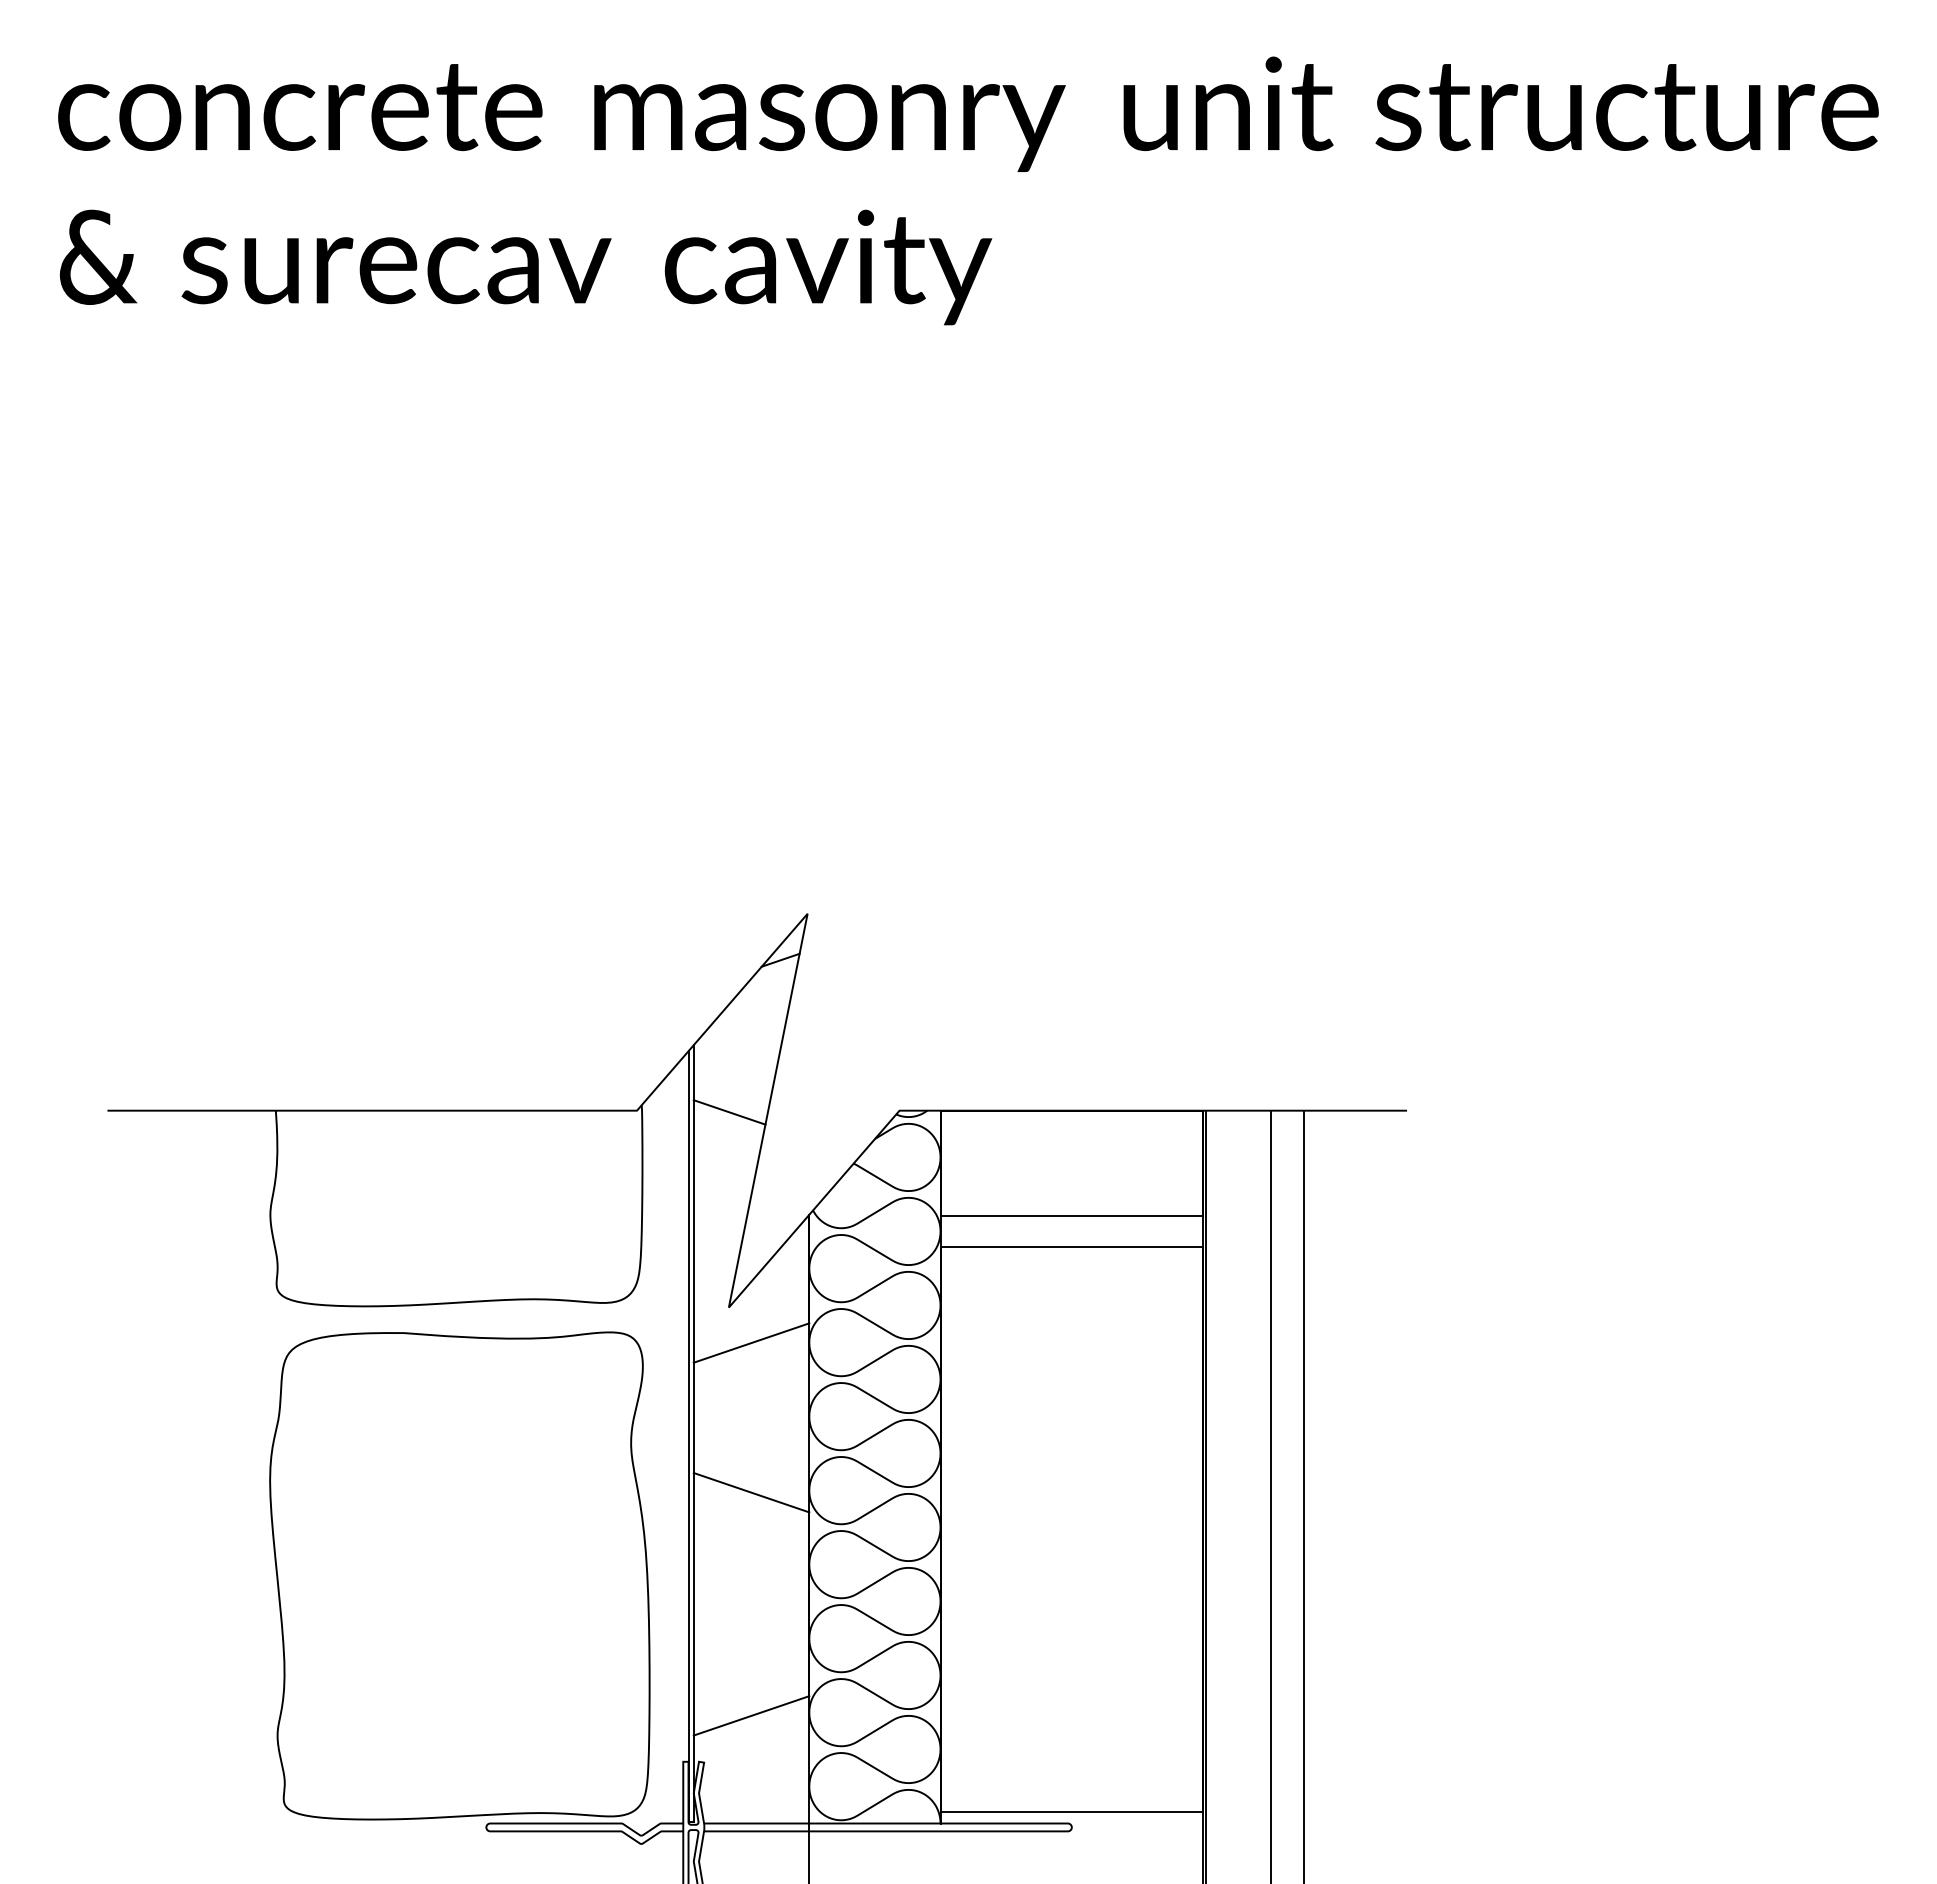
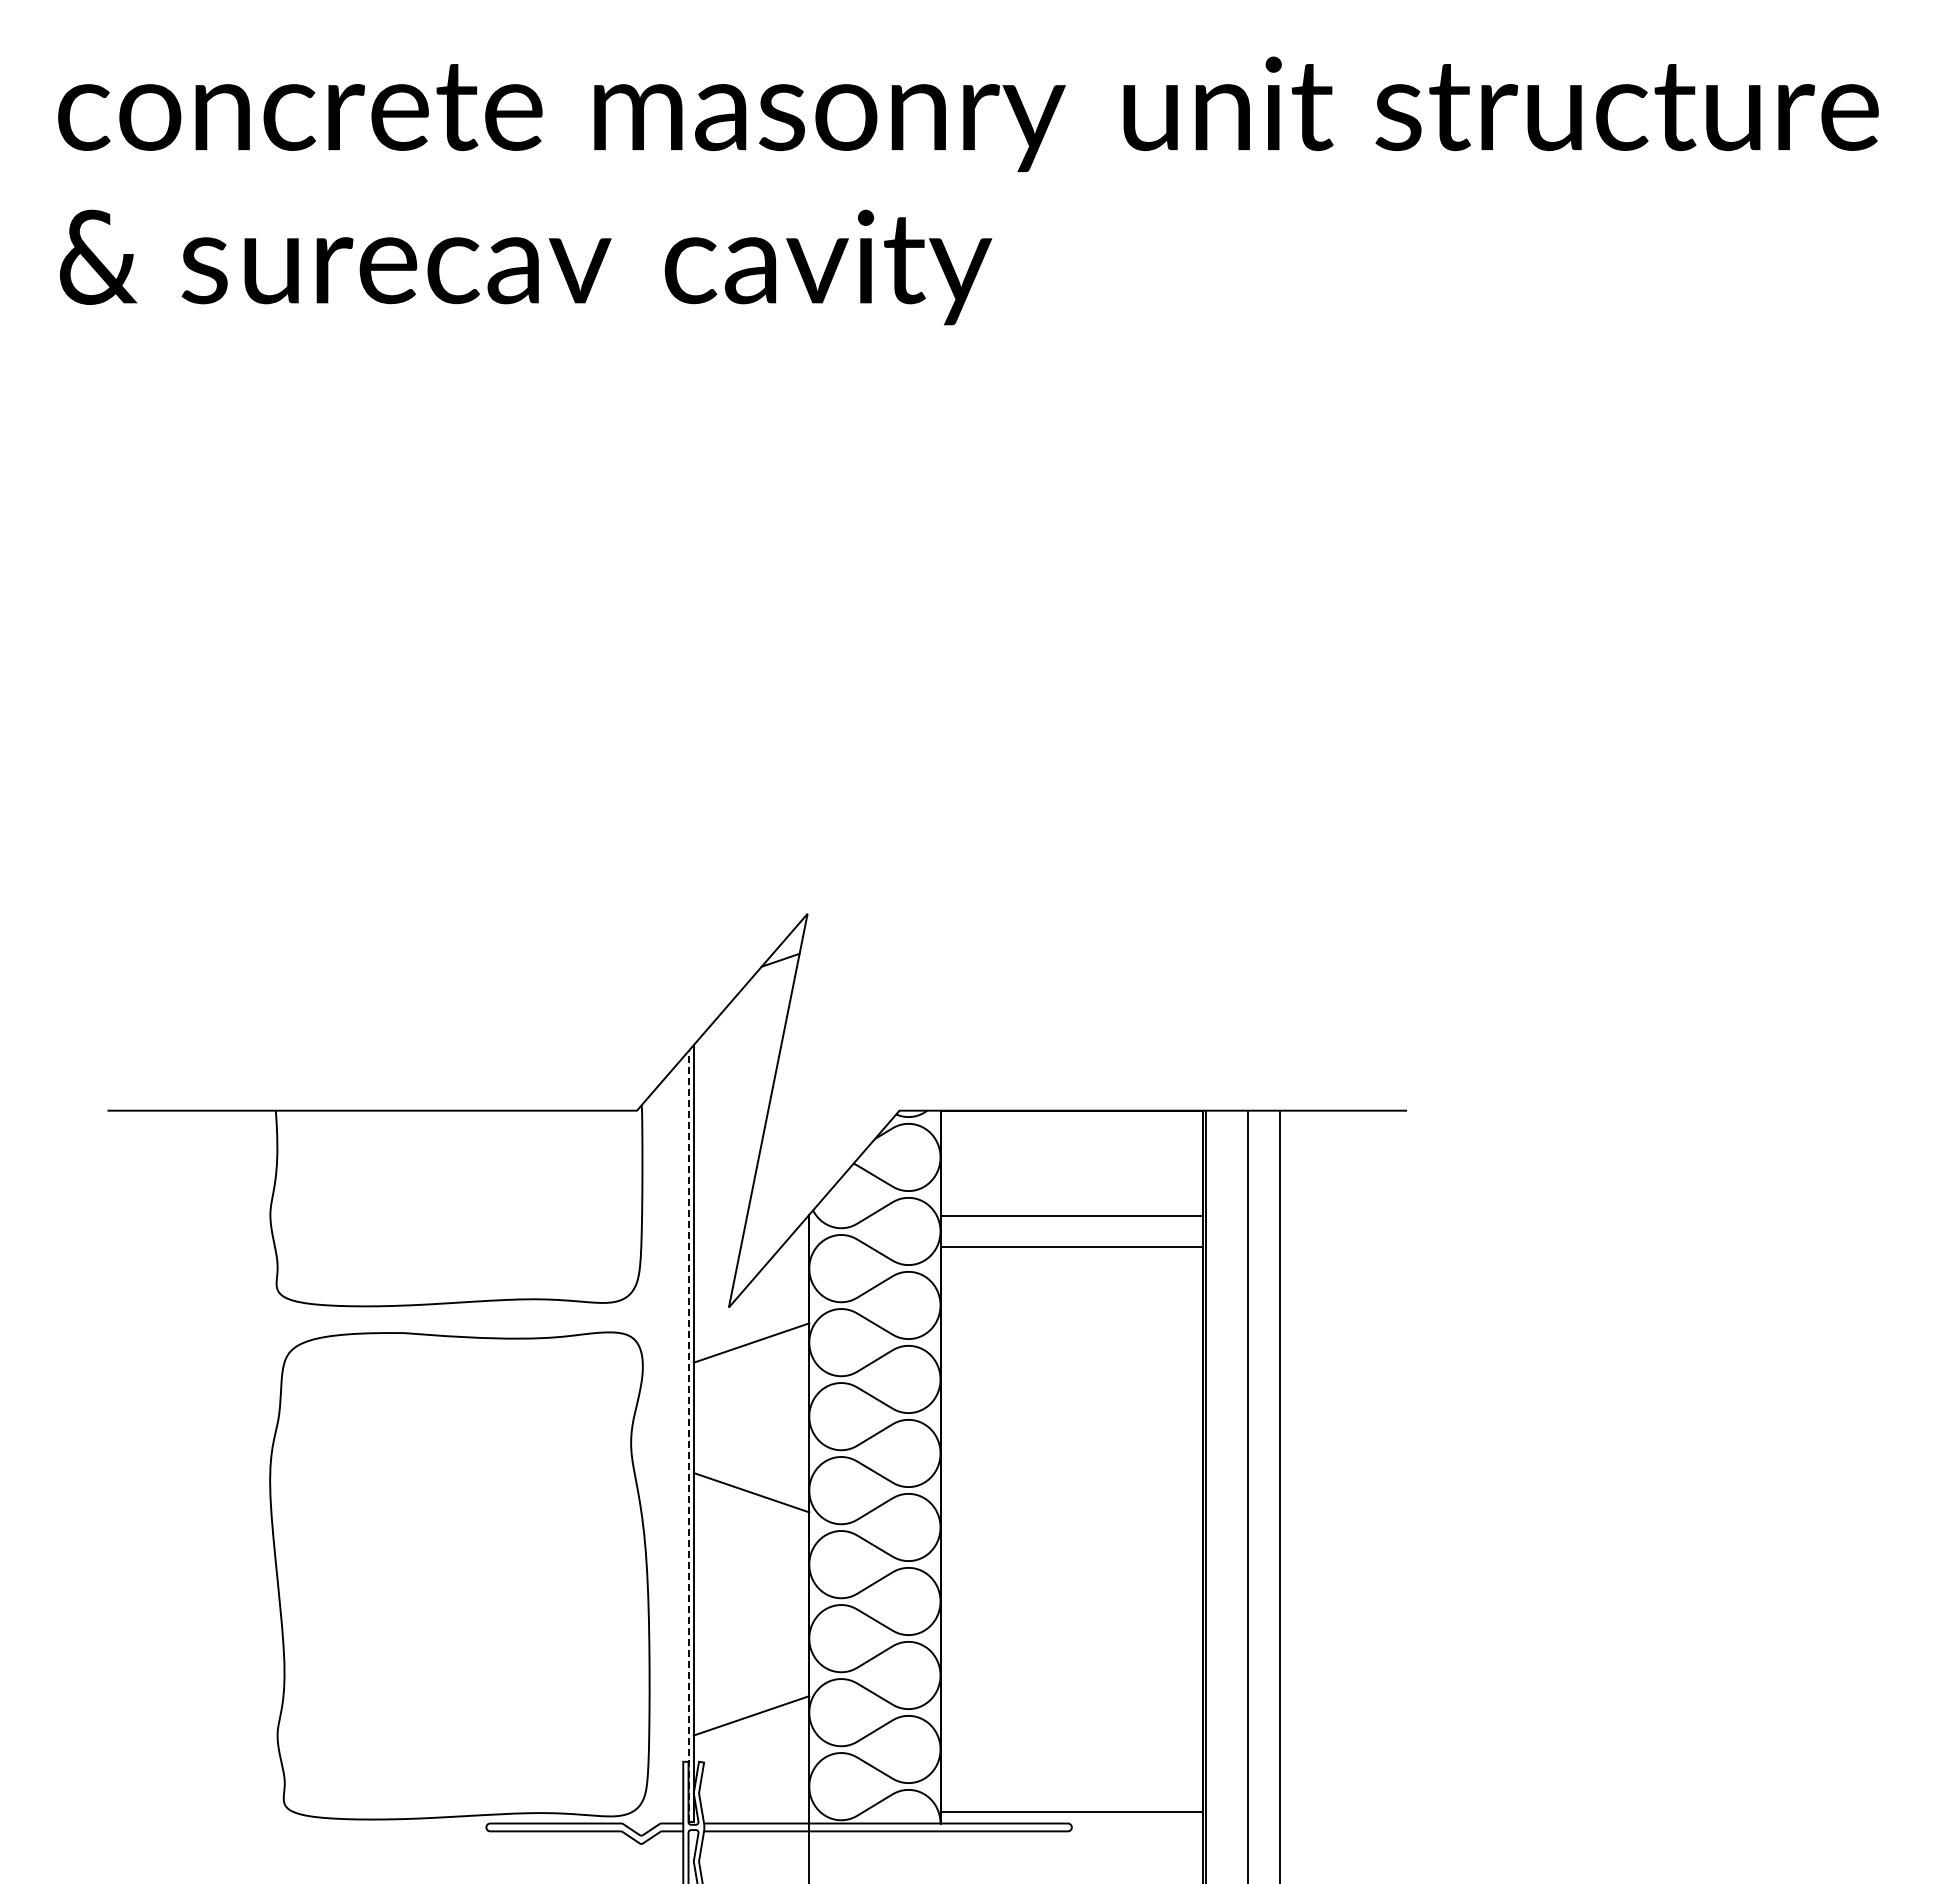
line at (729, 1112): present -> none
line at (688, 1436): solid -> dashed
line at (1271, 1495) position: (1271, 1495) -> (1248, 1495)
line at (1304, 1495) position: (1304, 1495) -> (1280, 1495)
